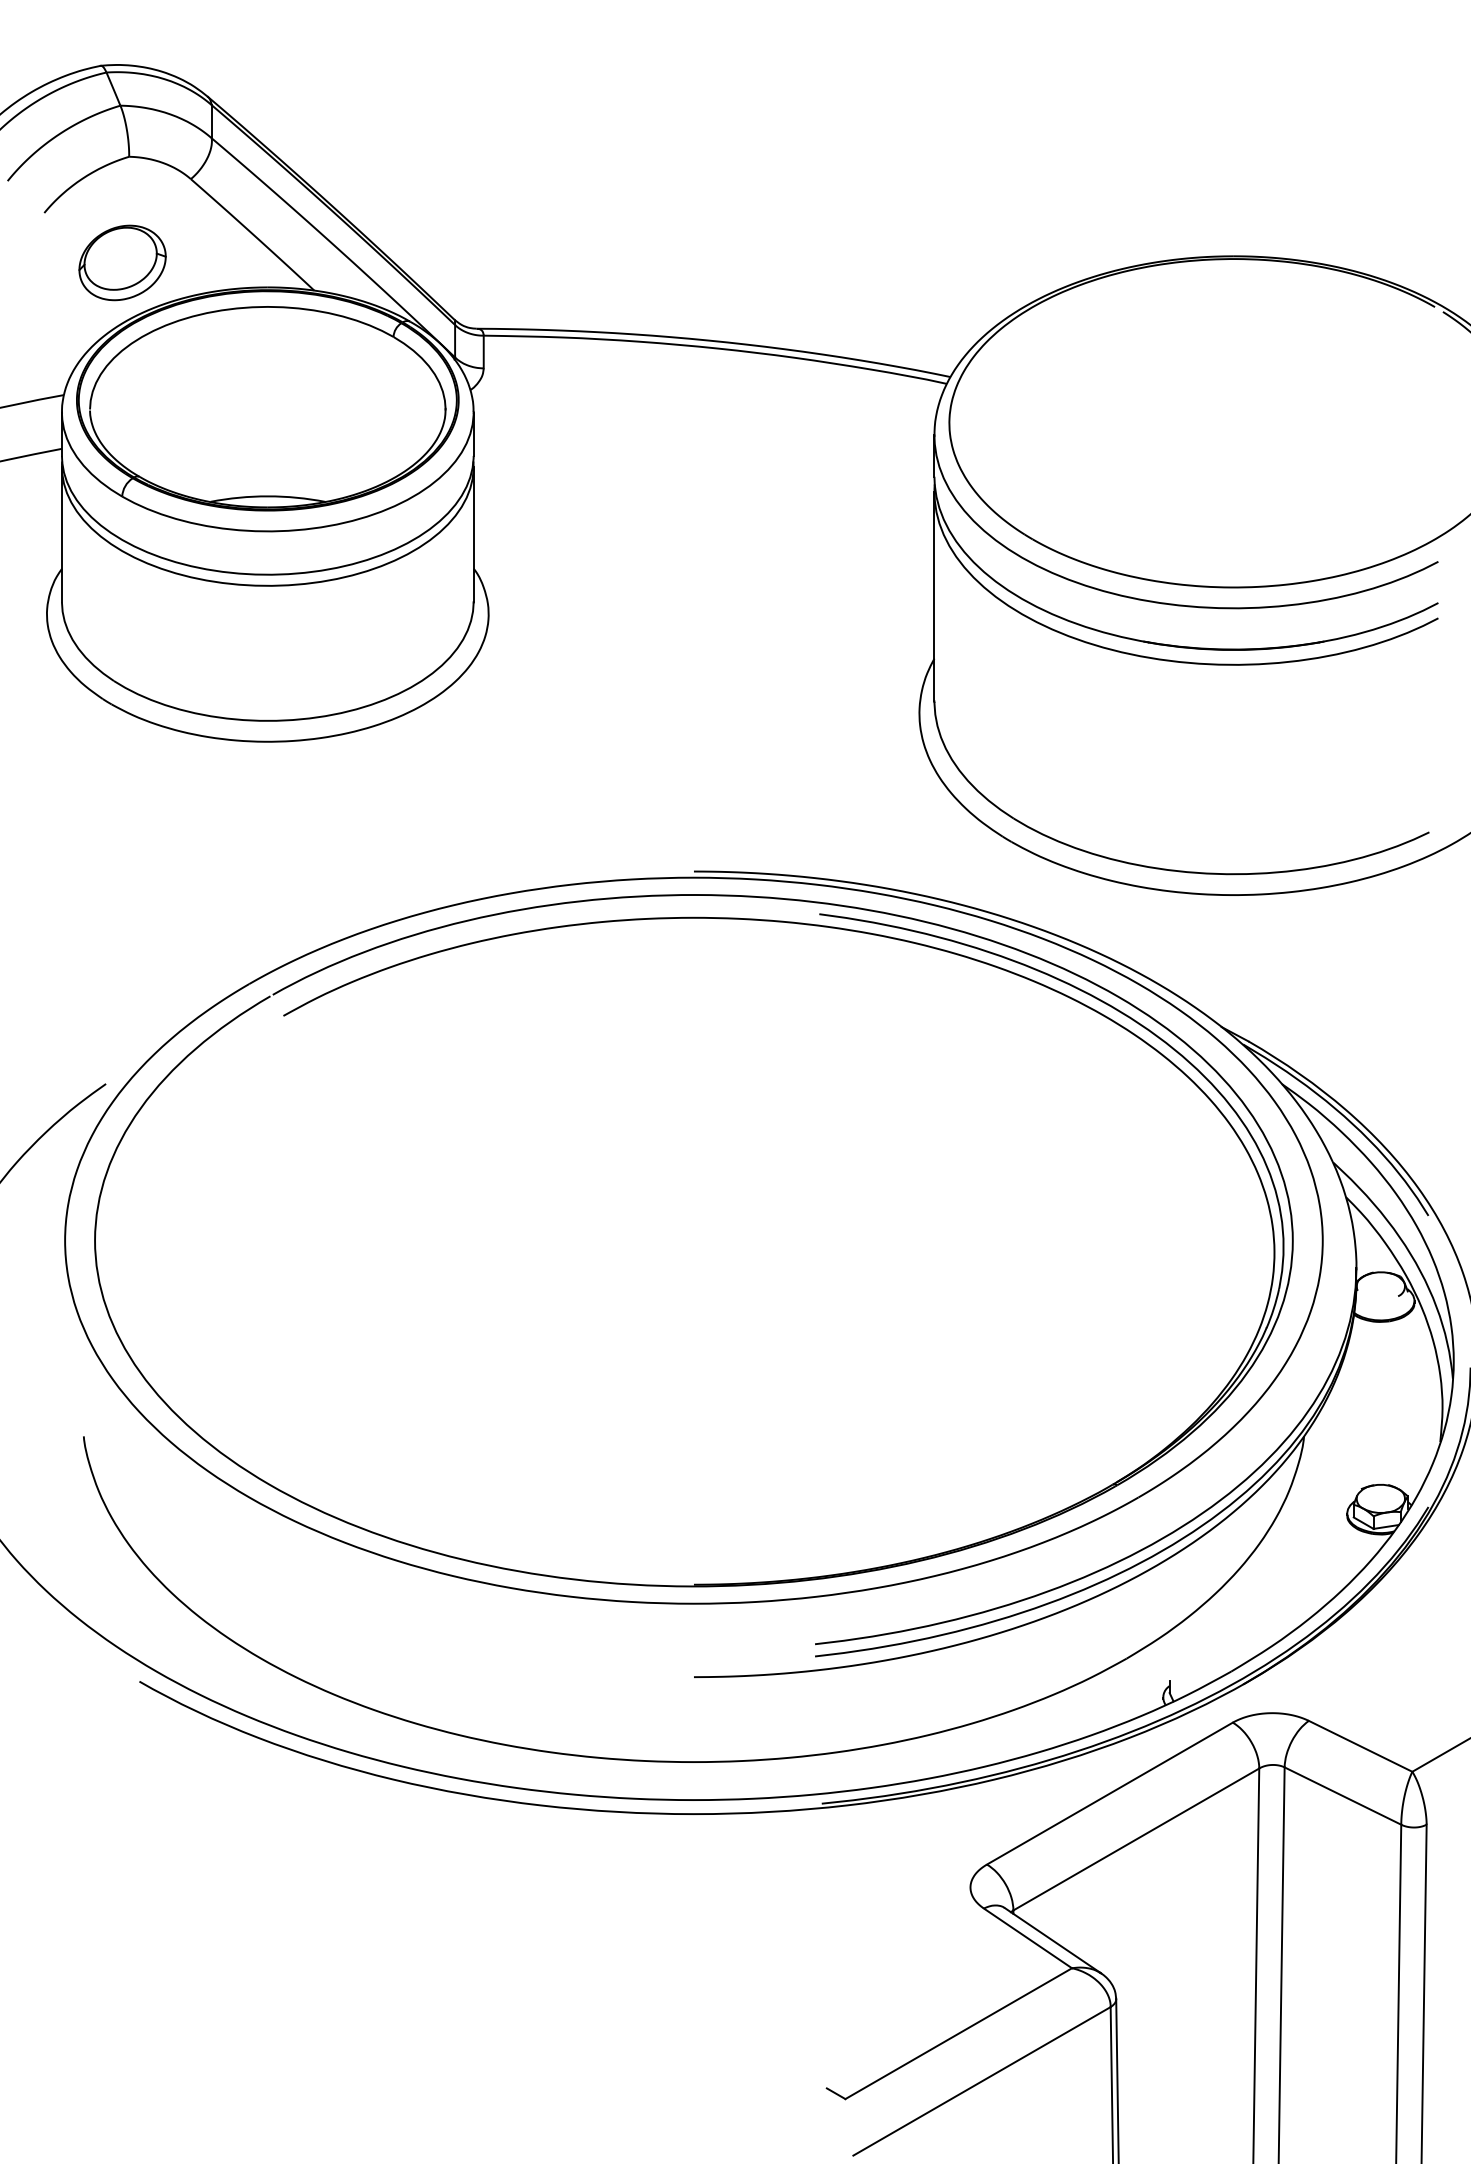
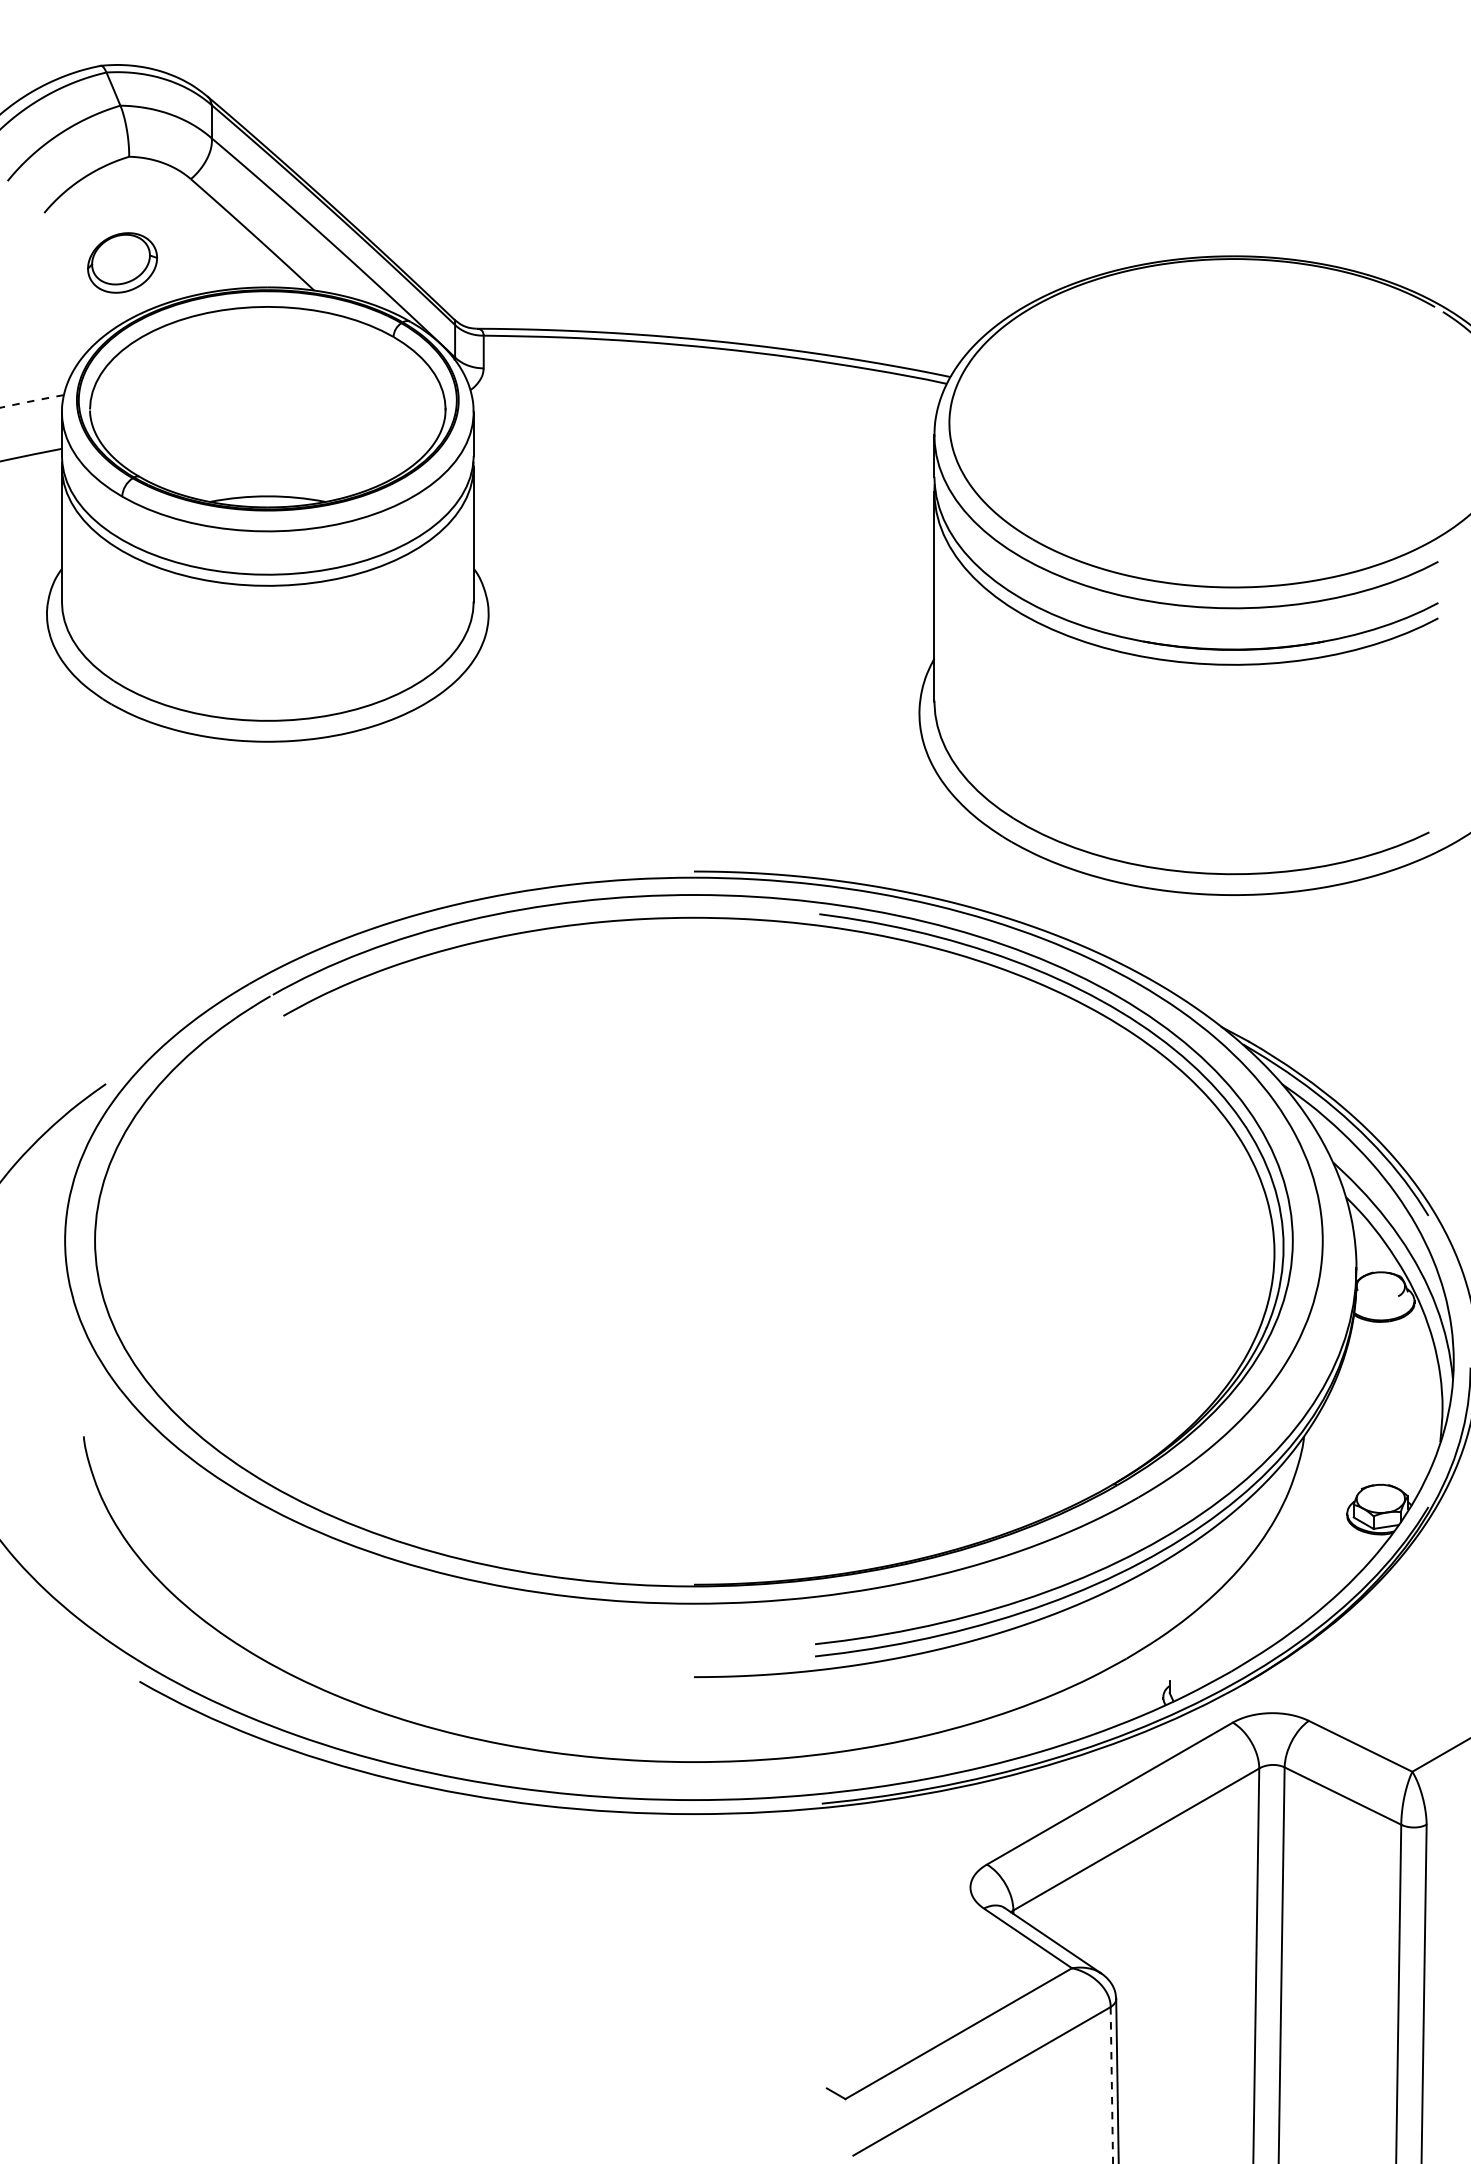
part at (122, 262) size: 89x78 px -> 72x62 px
arc at (31, 401): solid -> dashed
line at (1111, 2085): solid -> dashed
